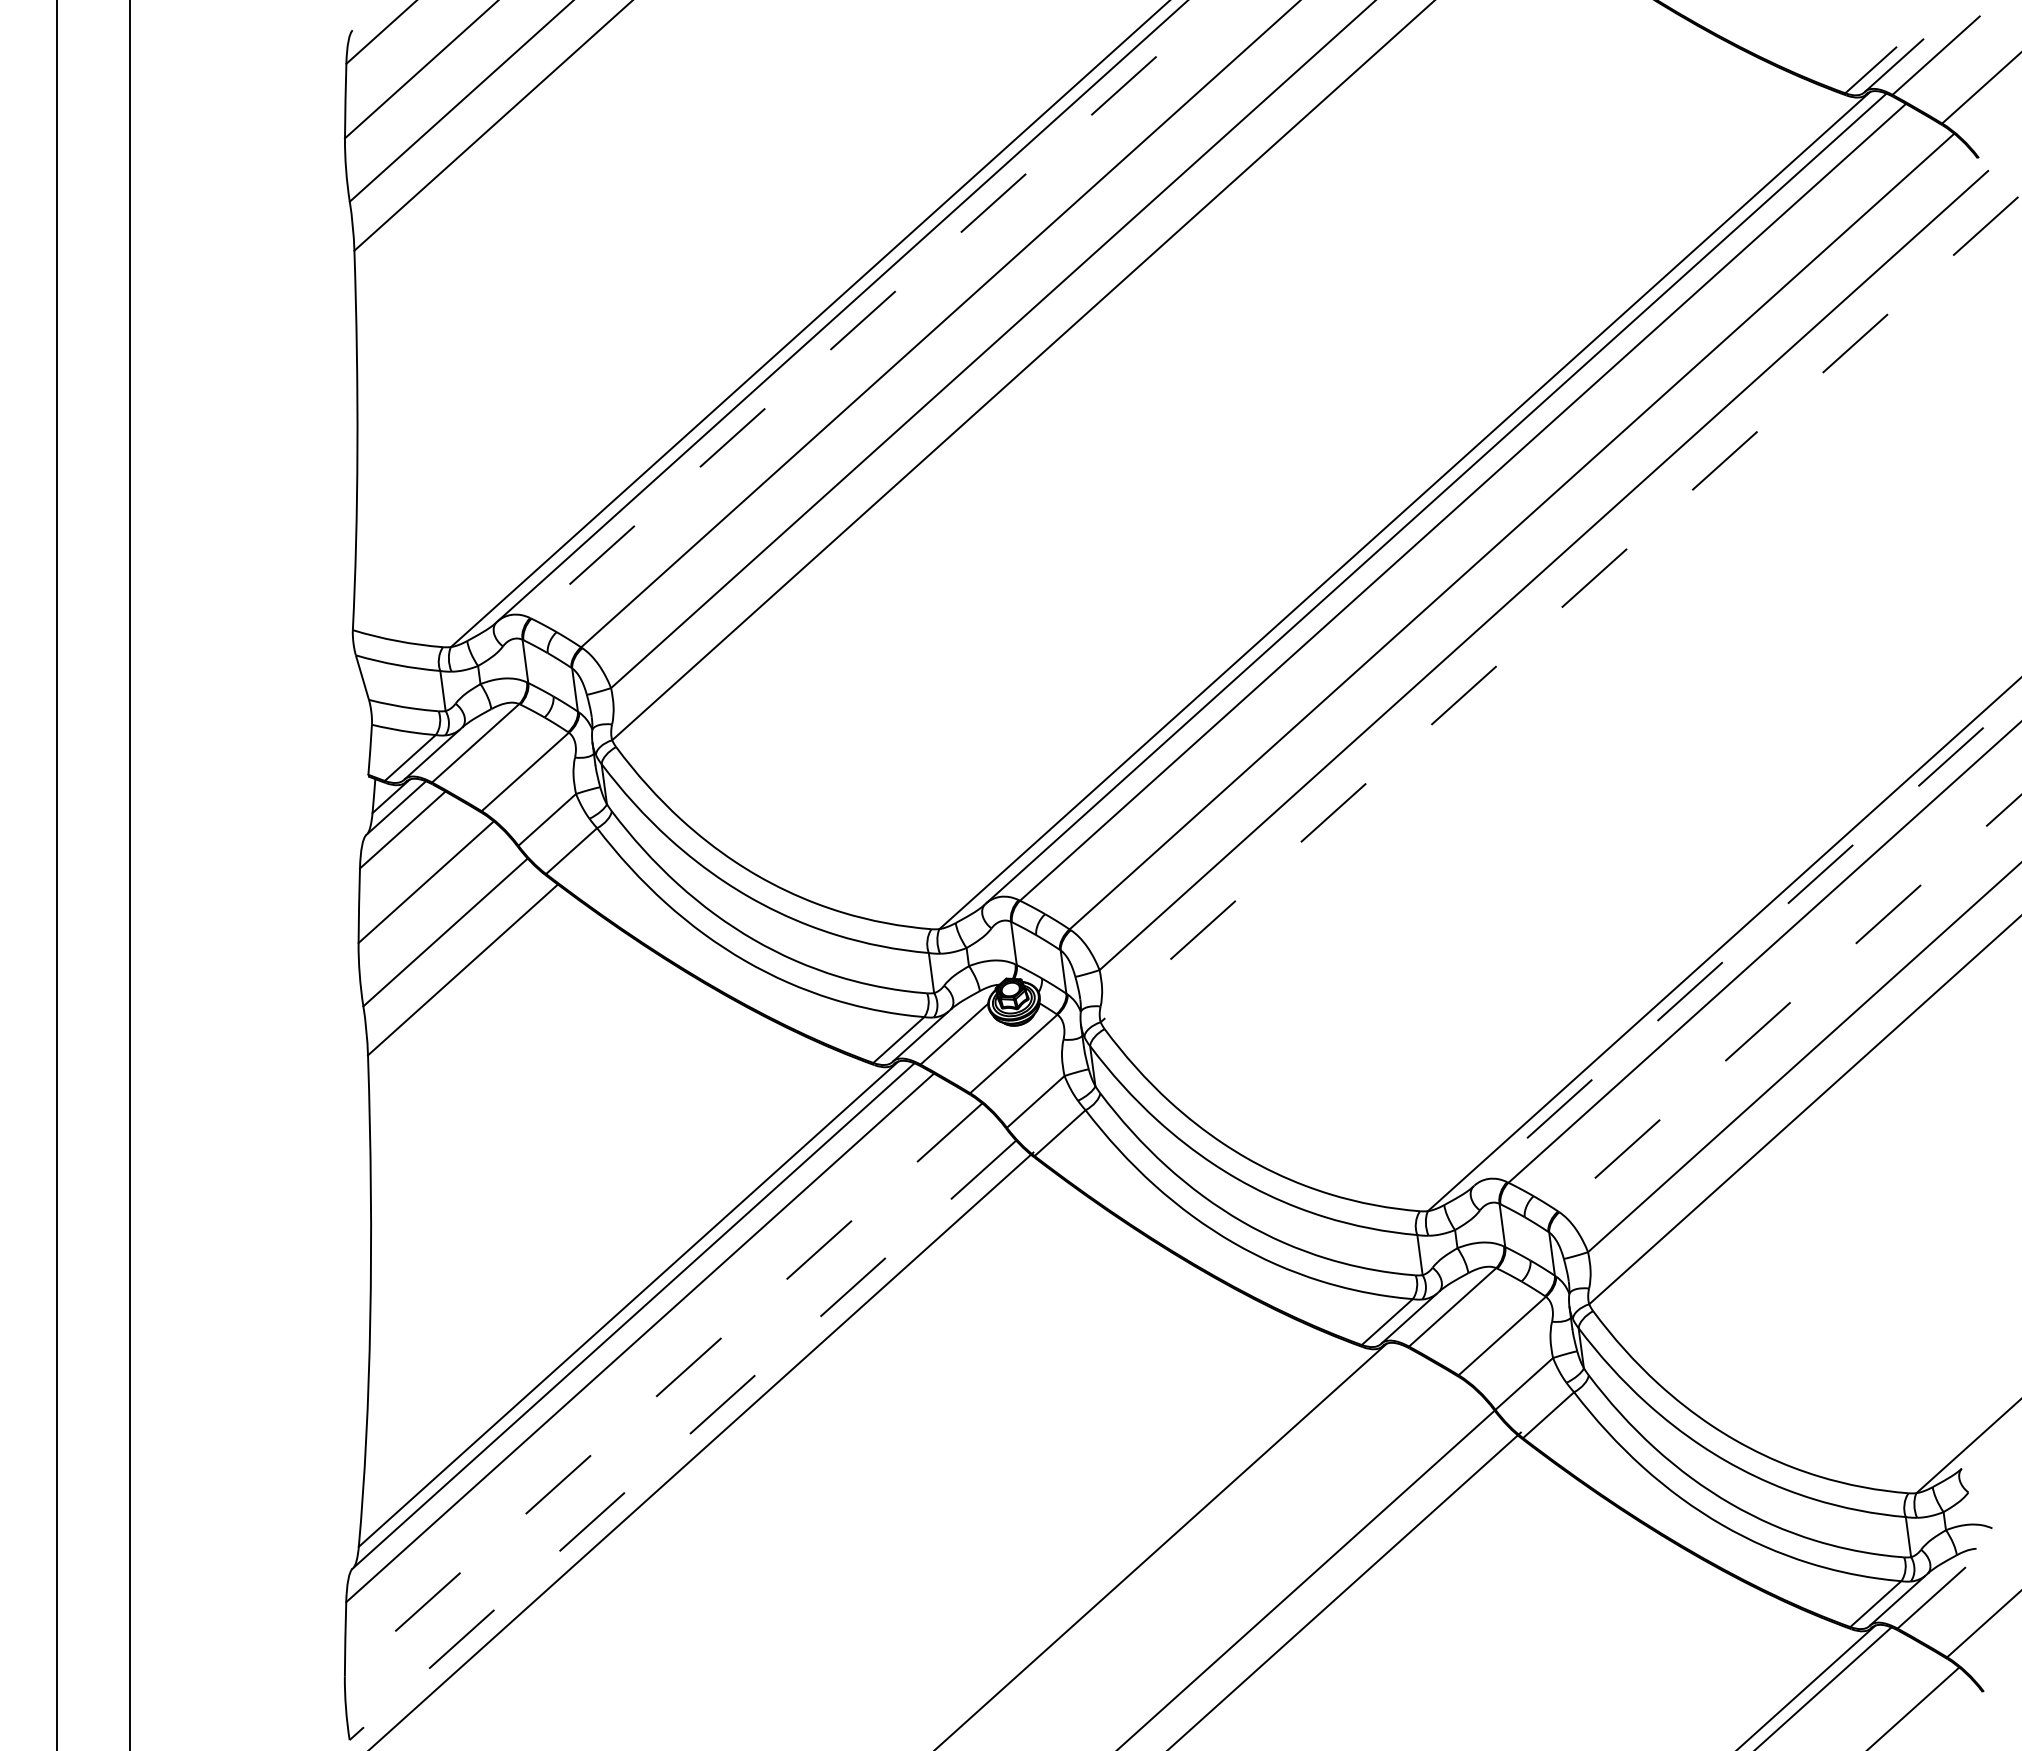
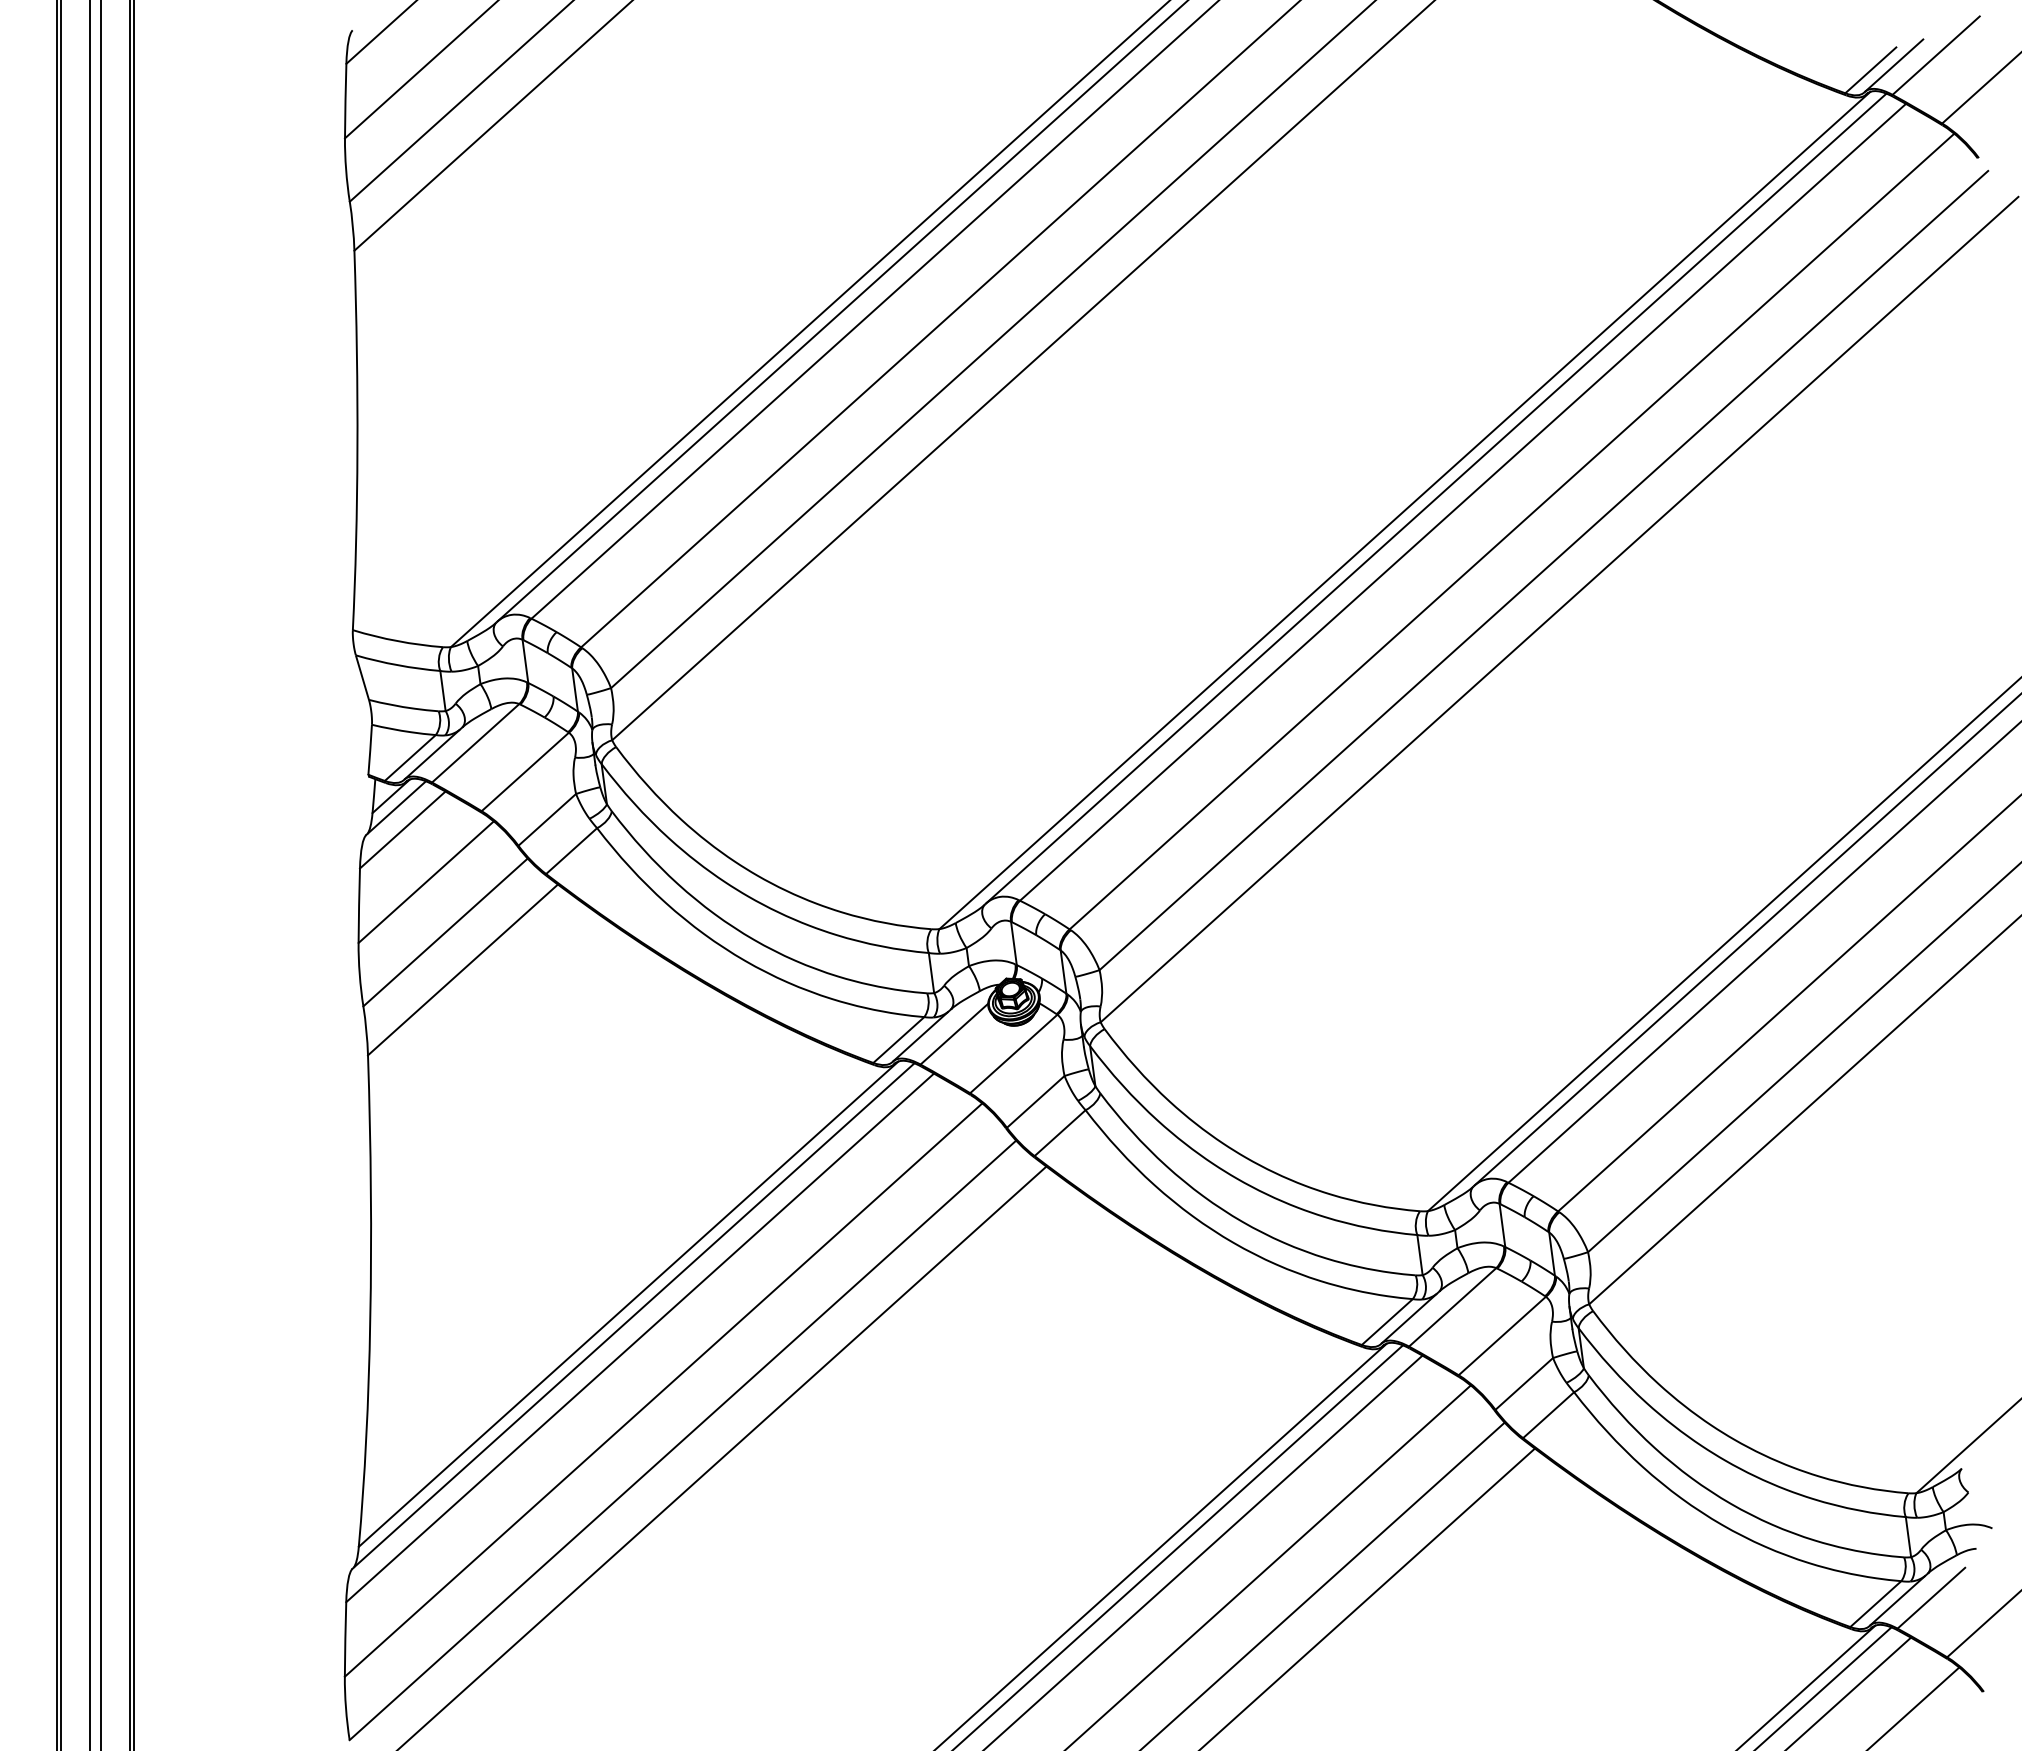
line at (874, 309): dashed -> solid
line at (1559, 609): dashed -> solid
line at (60, 874): none -> present
line at (90, 874): none -> present
line at (100, 874): none -> present
line at (133, 874): none -> present
line at (1747, 939): dashed -> solid
line at (1789, 1003): dashed -> solid
line at (663, 1390): dashed -> solid
line at (682, 1440): dashed -> solid
line at (702, 1449) position: (702, 1449) -> (723, 1456)
line at (1179, 1546): none -> present
line at (1204, 1551): none -> present
line at (1306, 1579) position: (1306, 1579) -> (1269, 1566)
line at (1323, 1584): none -> present
line at (1345, 1589) position: (1345, 1589) -> (1368, 1597)
line at (1849, 1692): none -> present
